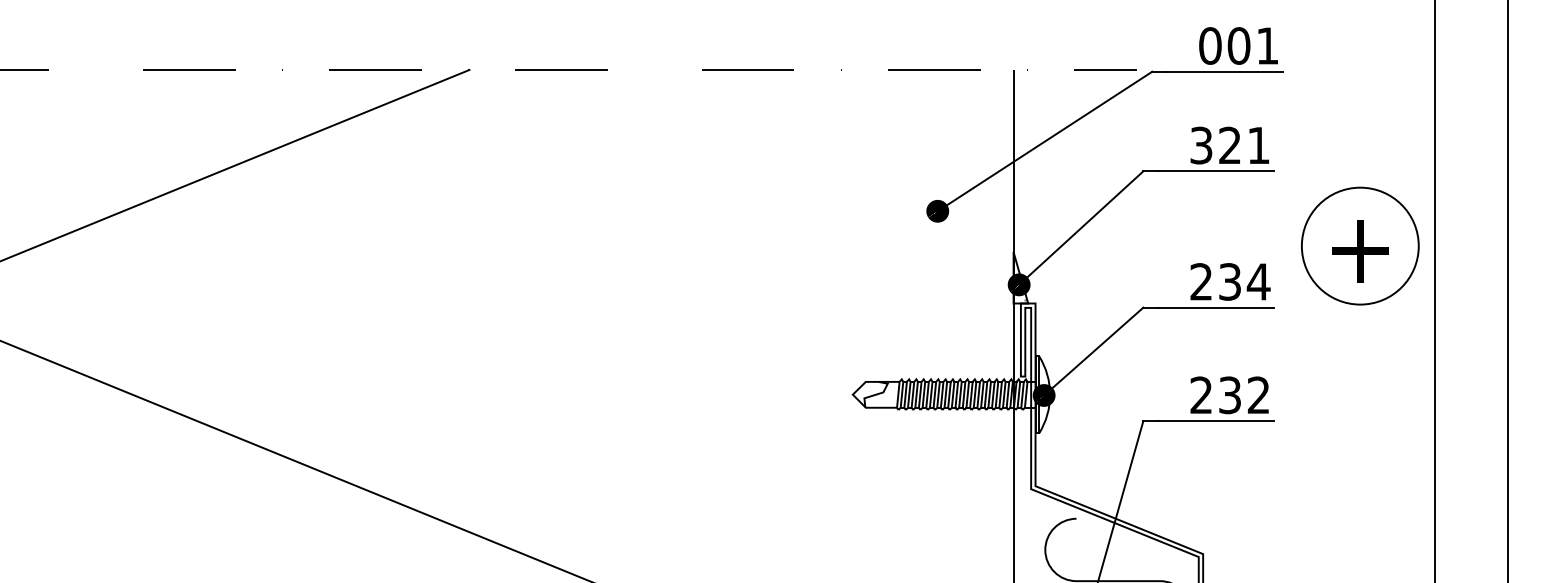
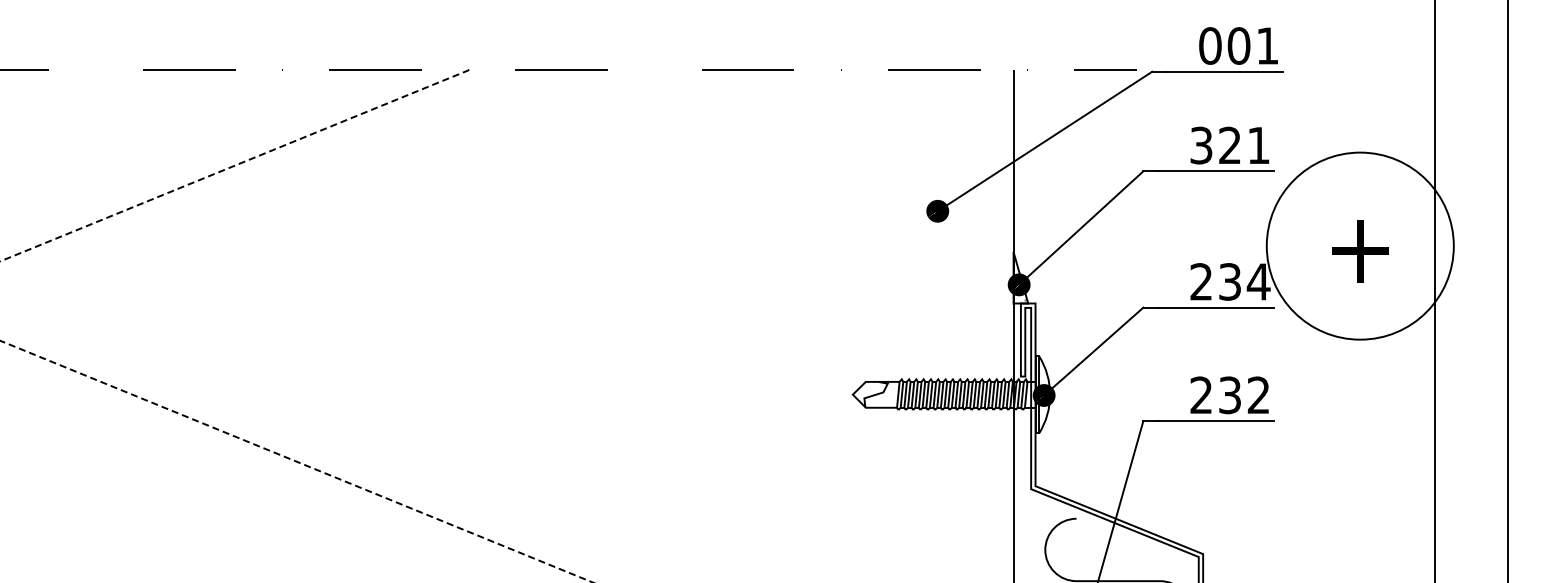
circle at (1359, 245) diameter: 117 px -> 187 px
line at (61, 365): solid -> dashed
